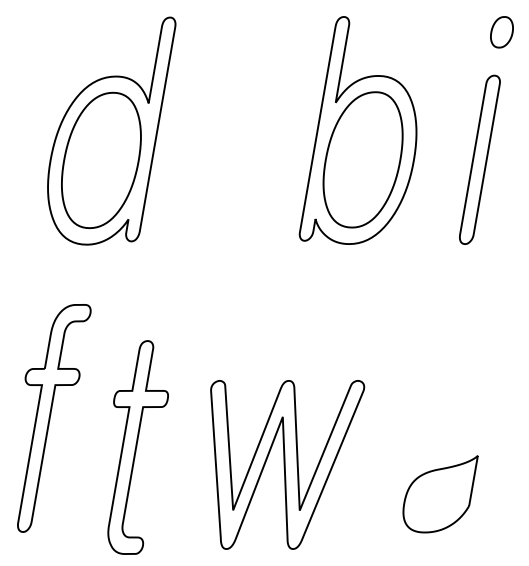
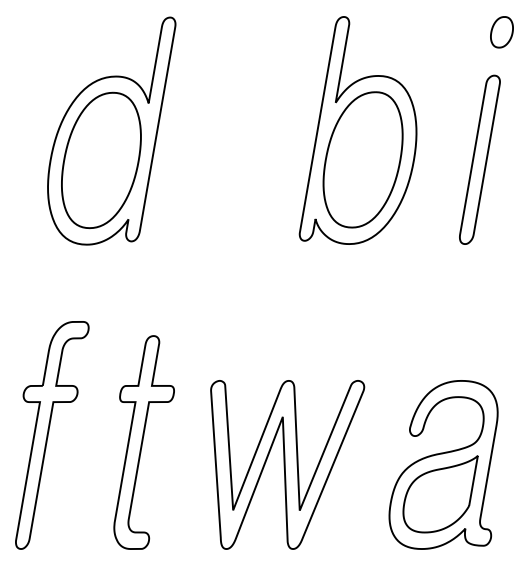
part at (54, 418) position: (54, 418) -> (52, 435)
part at (137, 447) position: (137, 447) -> (143, 442)
part at (443, 464): none -> present
